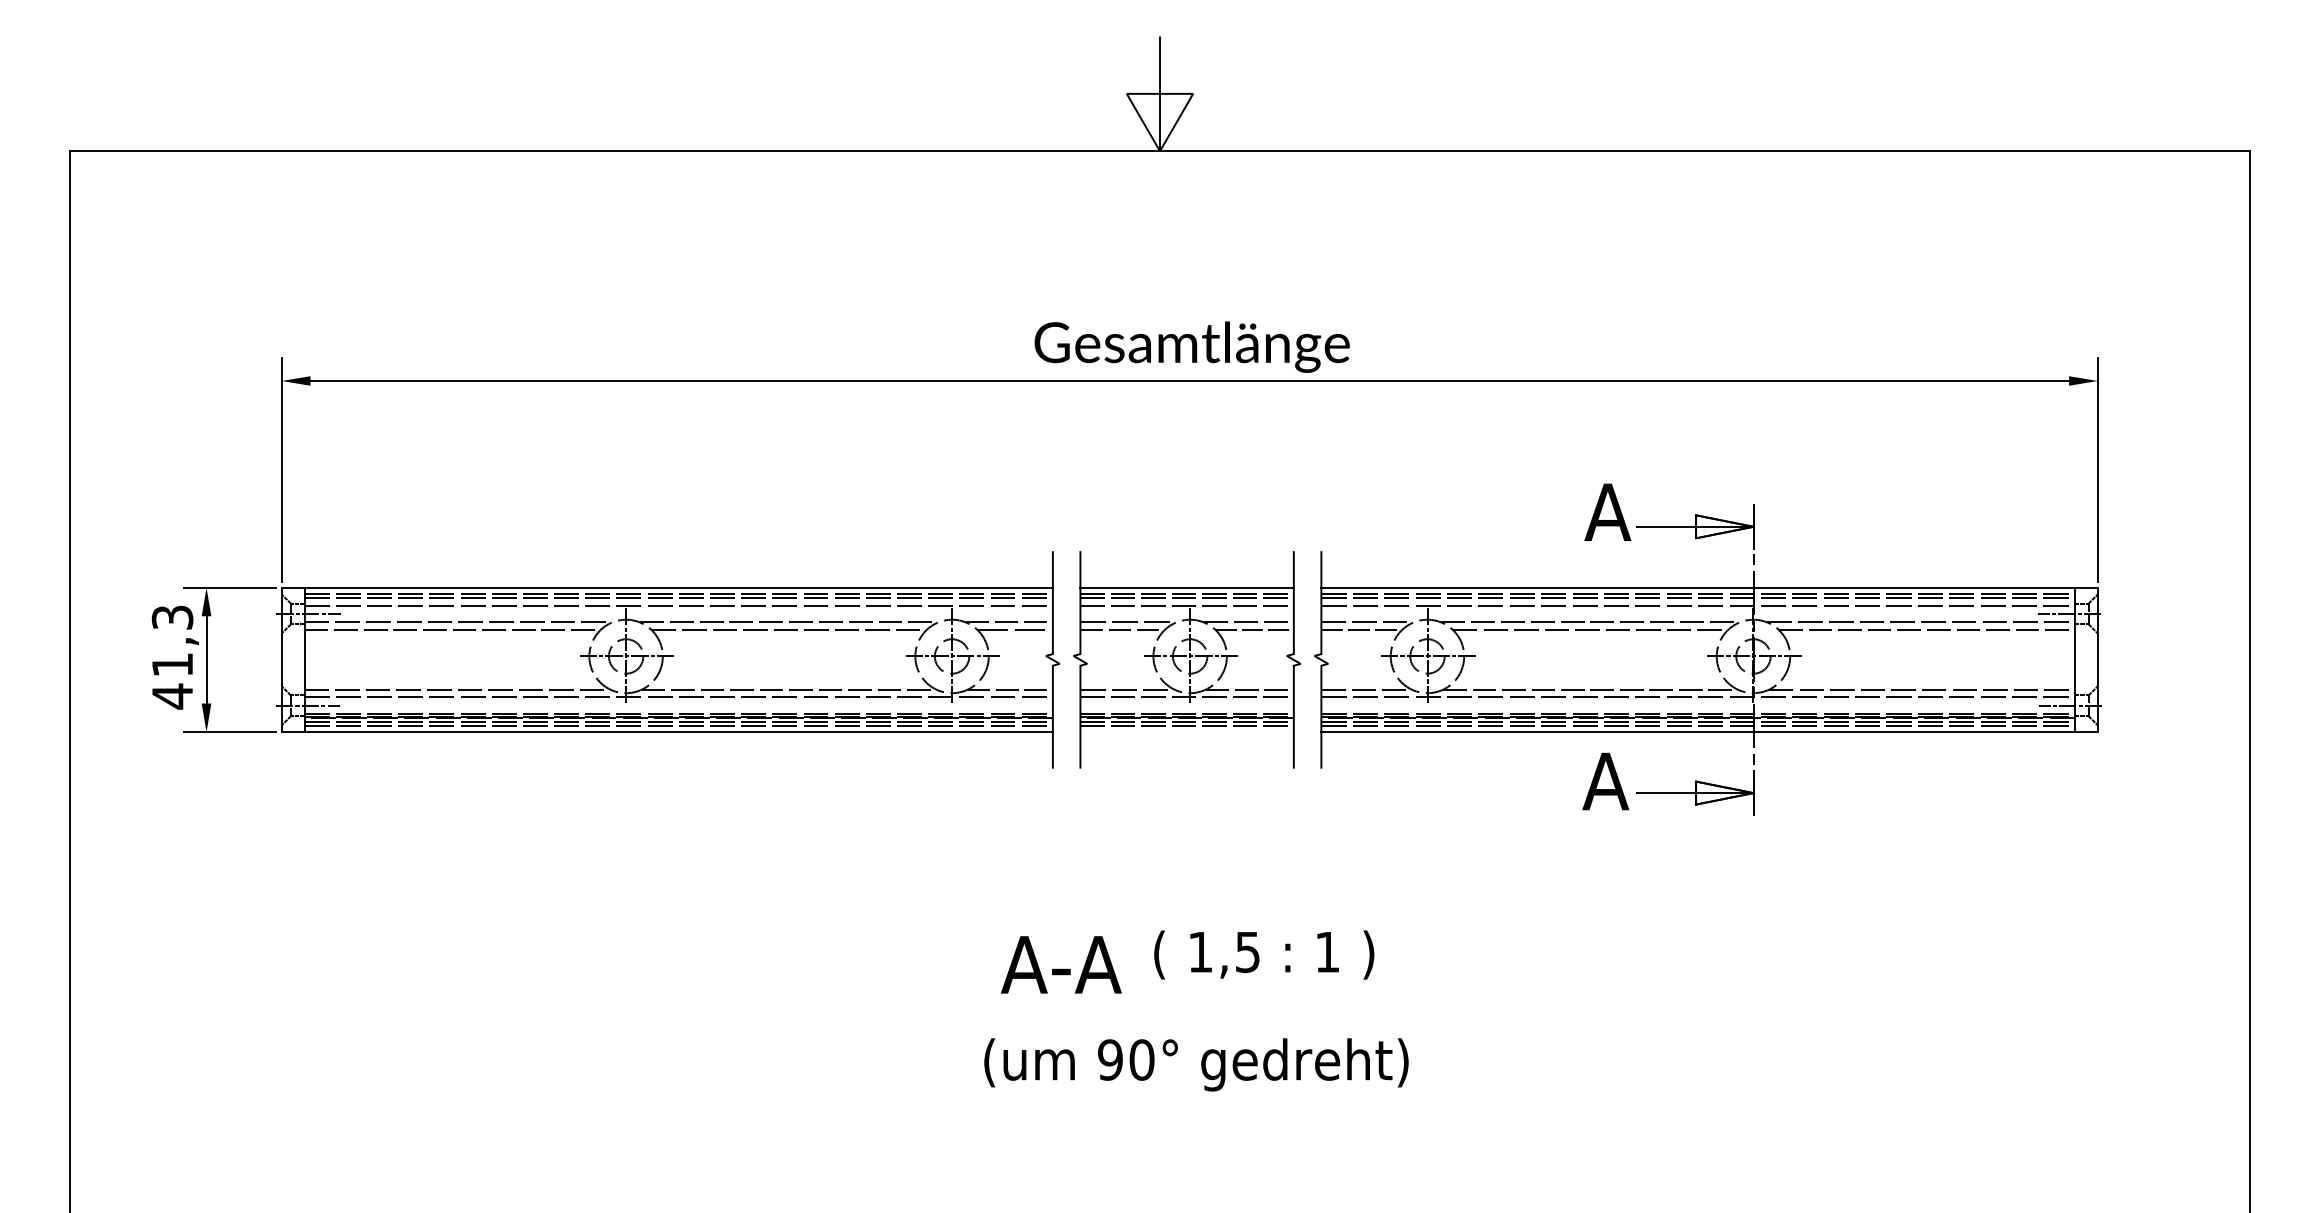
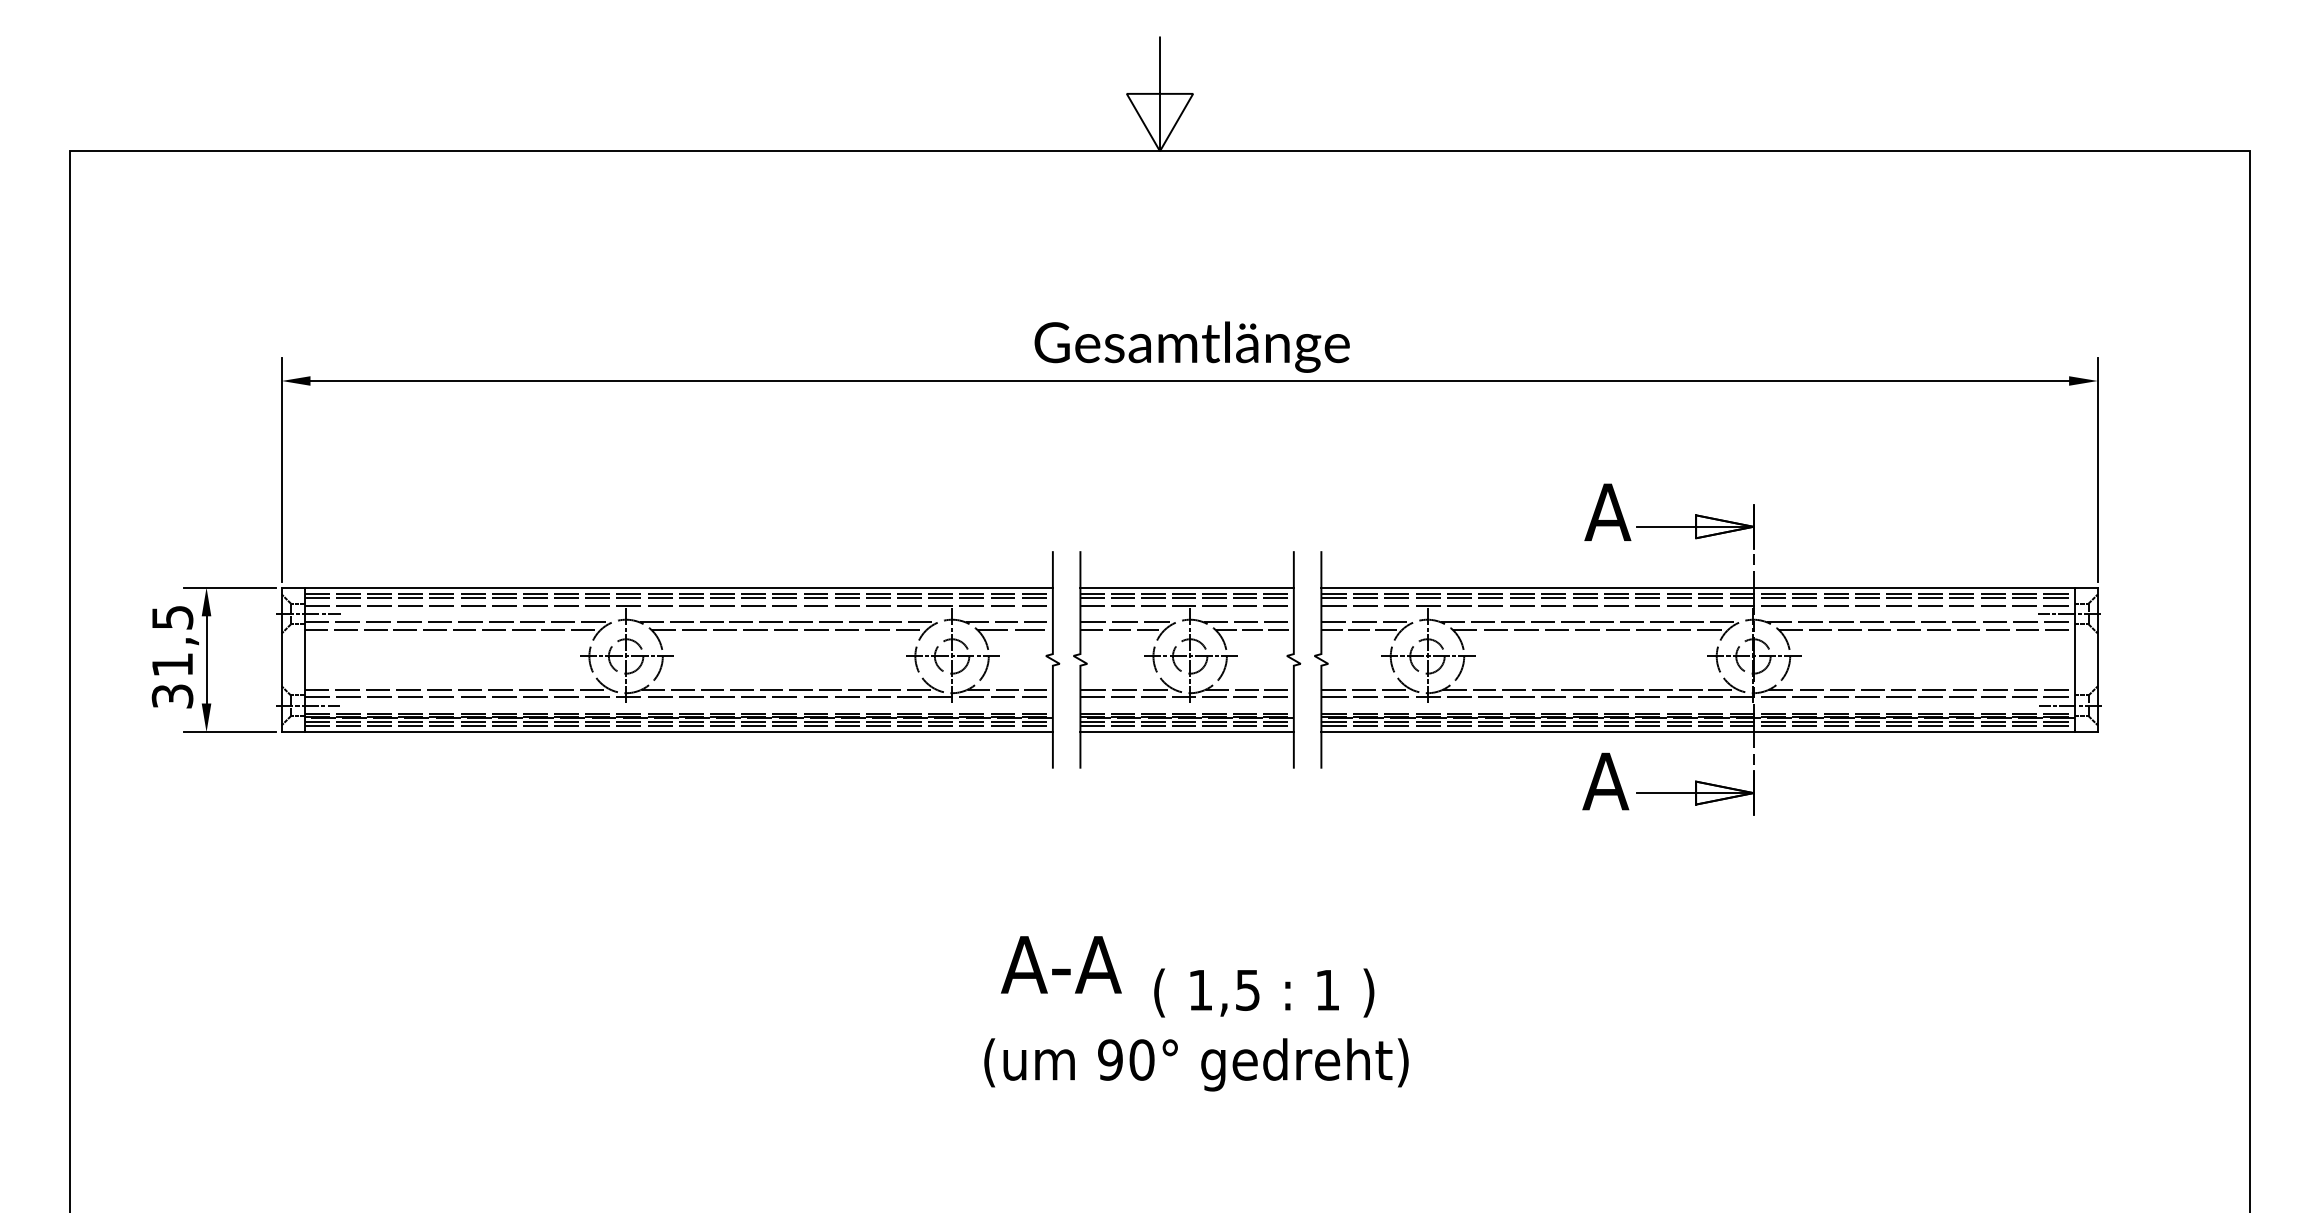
text at (172, 657): 41,3 -> 31,5
line at (1186, 732): none -> present
text at (1264, 954) position: (1264, 954) -> (1264, 992)
